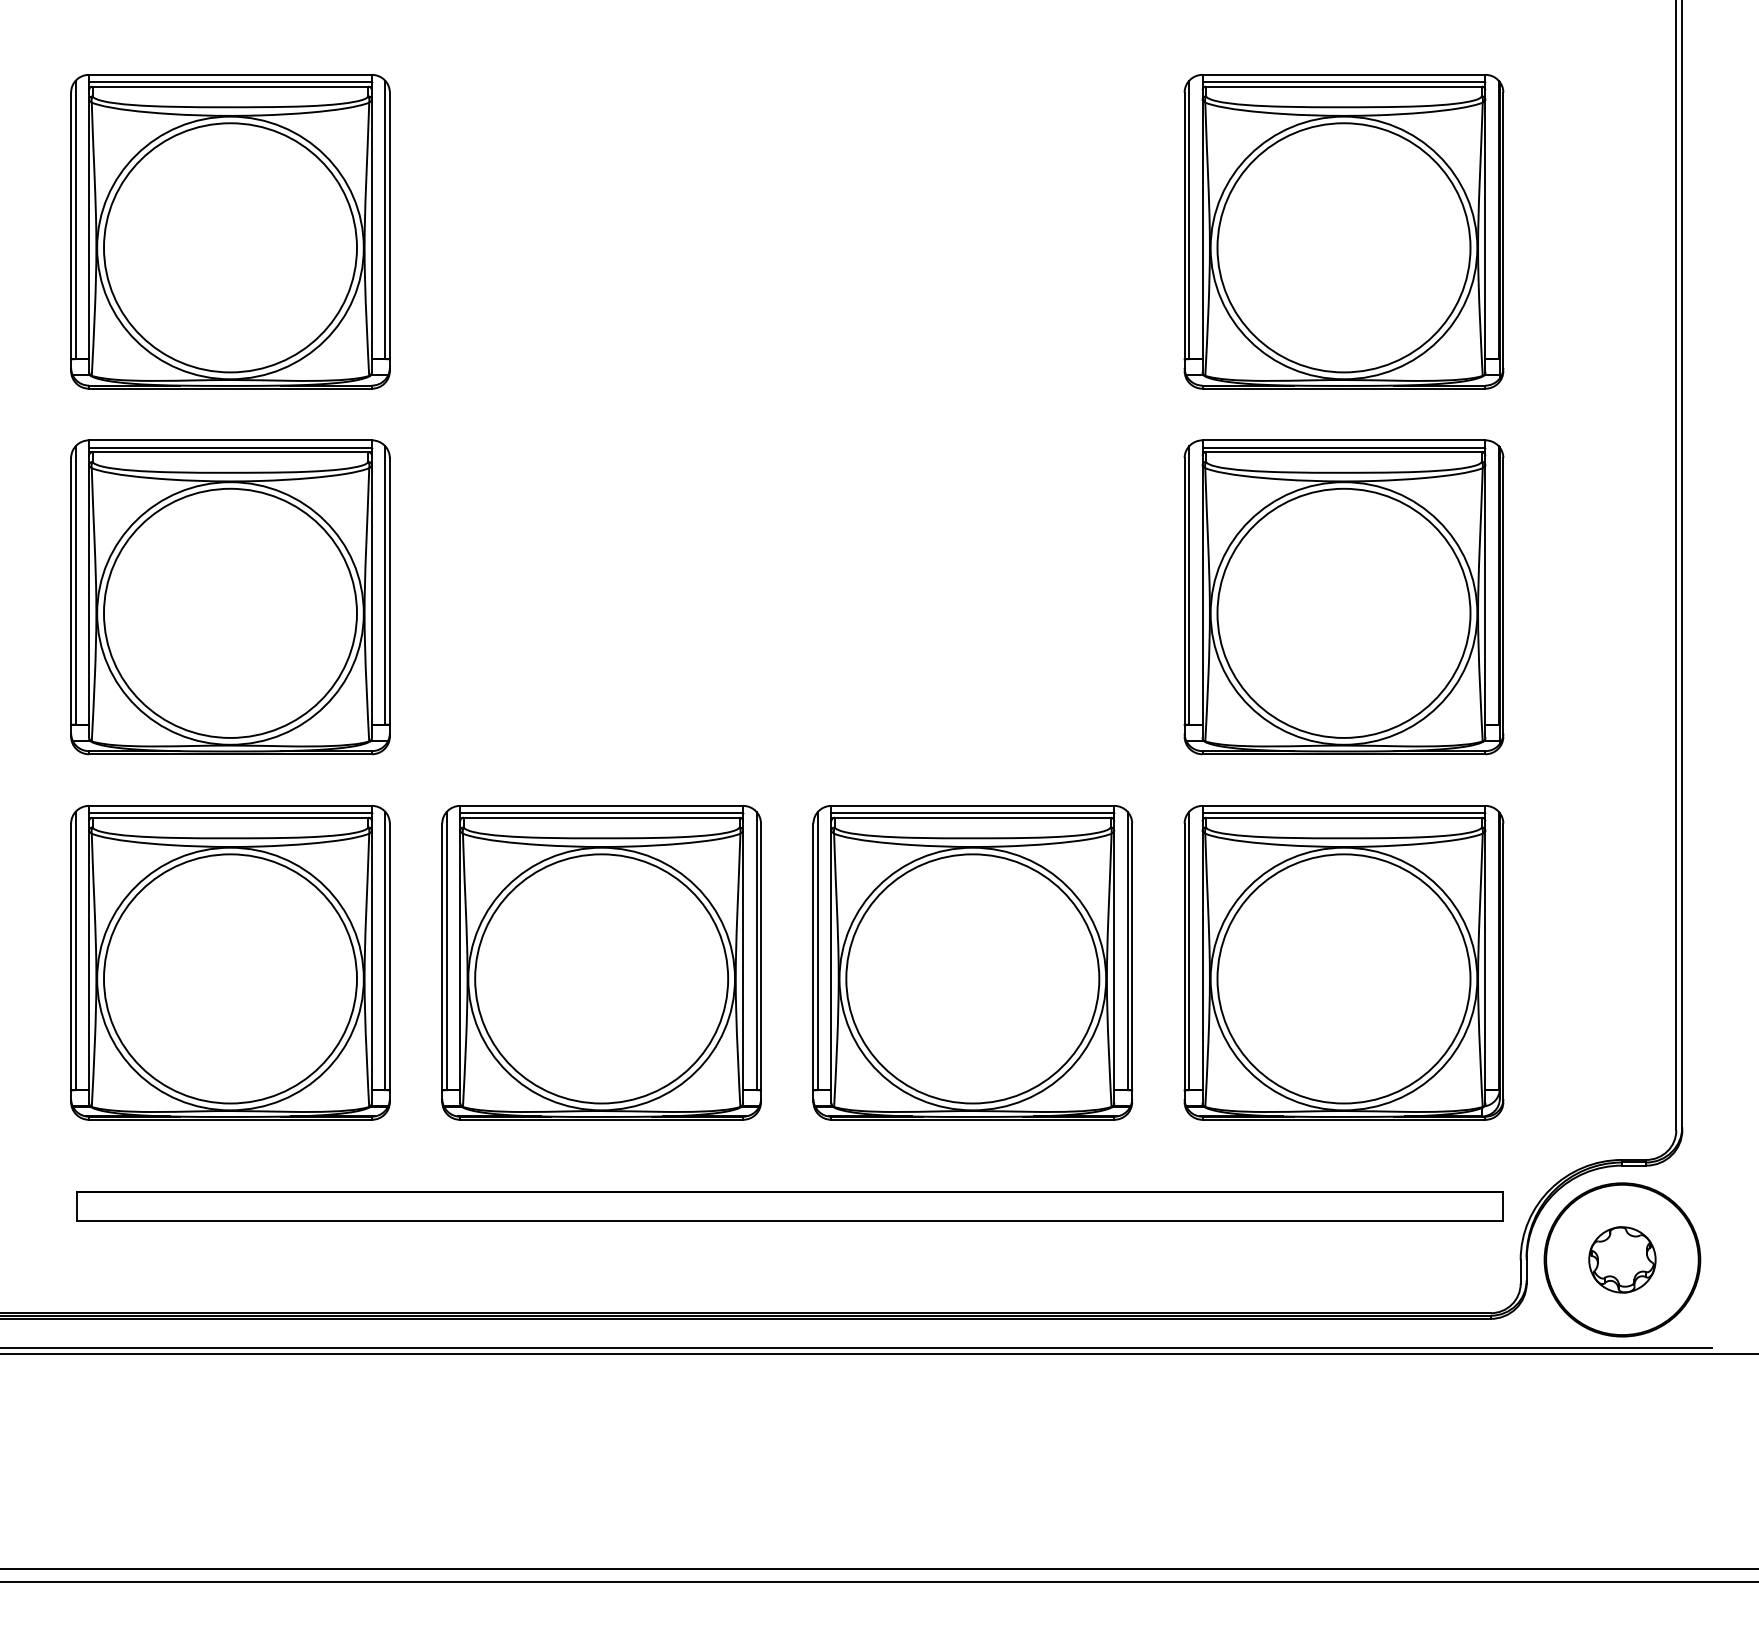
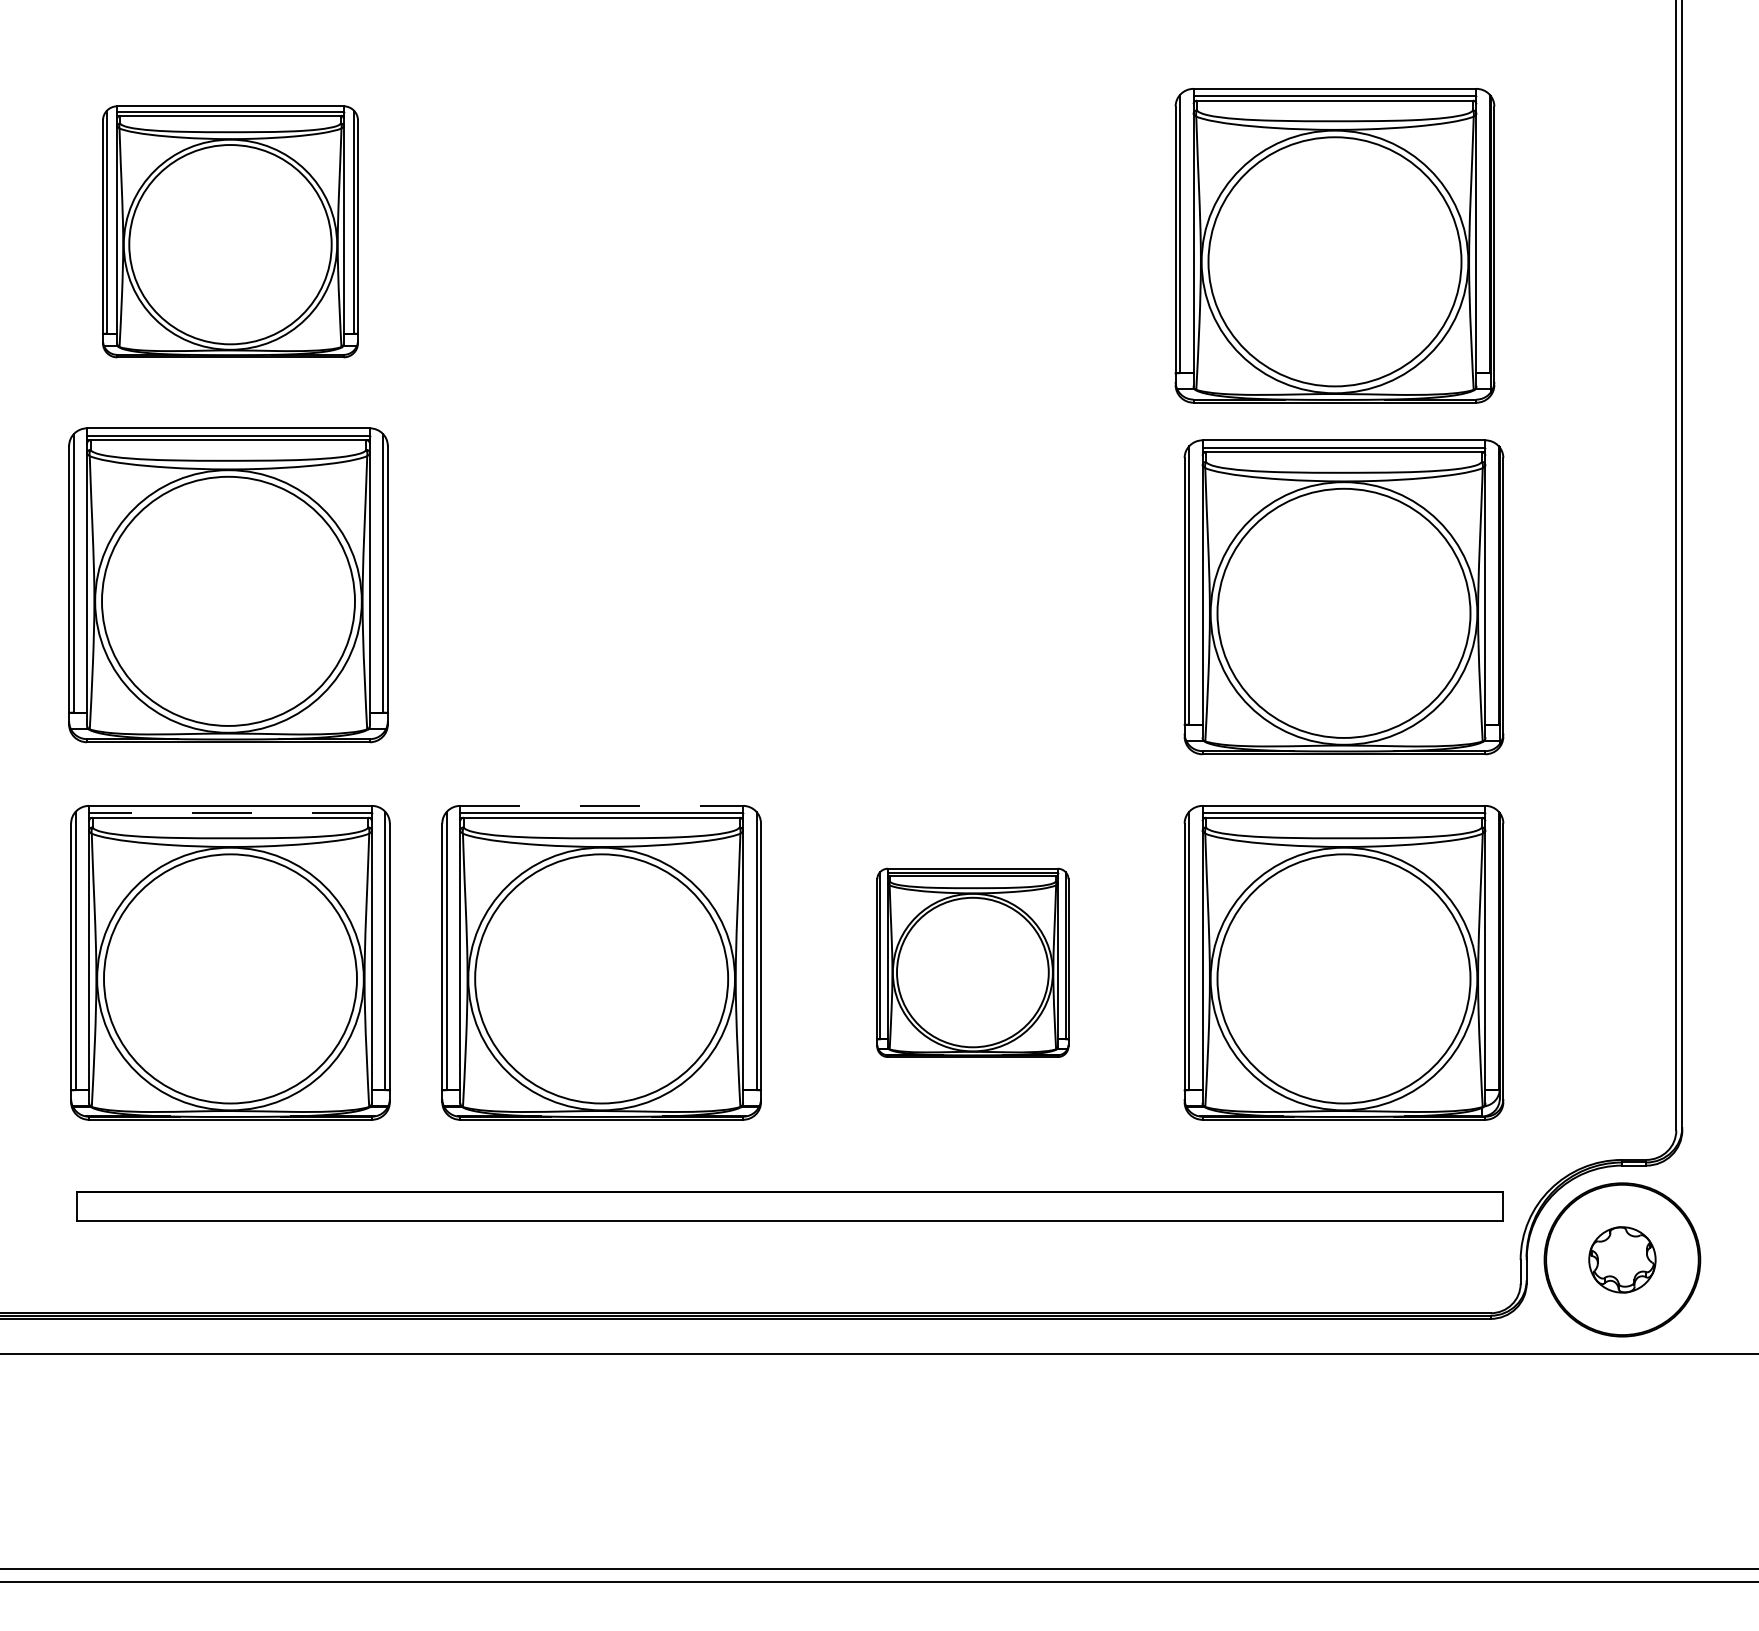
part at (230, 231) size: 321x316 px -> 257x254 px
part at (1343, 231) position: (1343, 231) -> (1334, 245)
part at (230, 597) position: (230, 597) -> (228, 585)
line at (602, 805): solid -> dashed
line at (230, 813): solid -> dashed
part at (972, 962) size: 322x316 px -> 194x191 px
line at (857, 1348): present -> none
